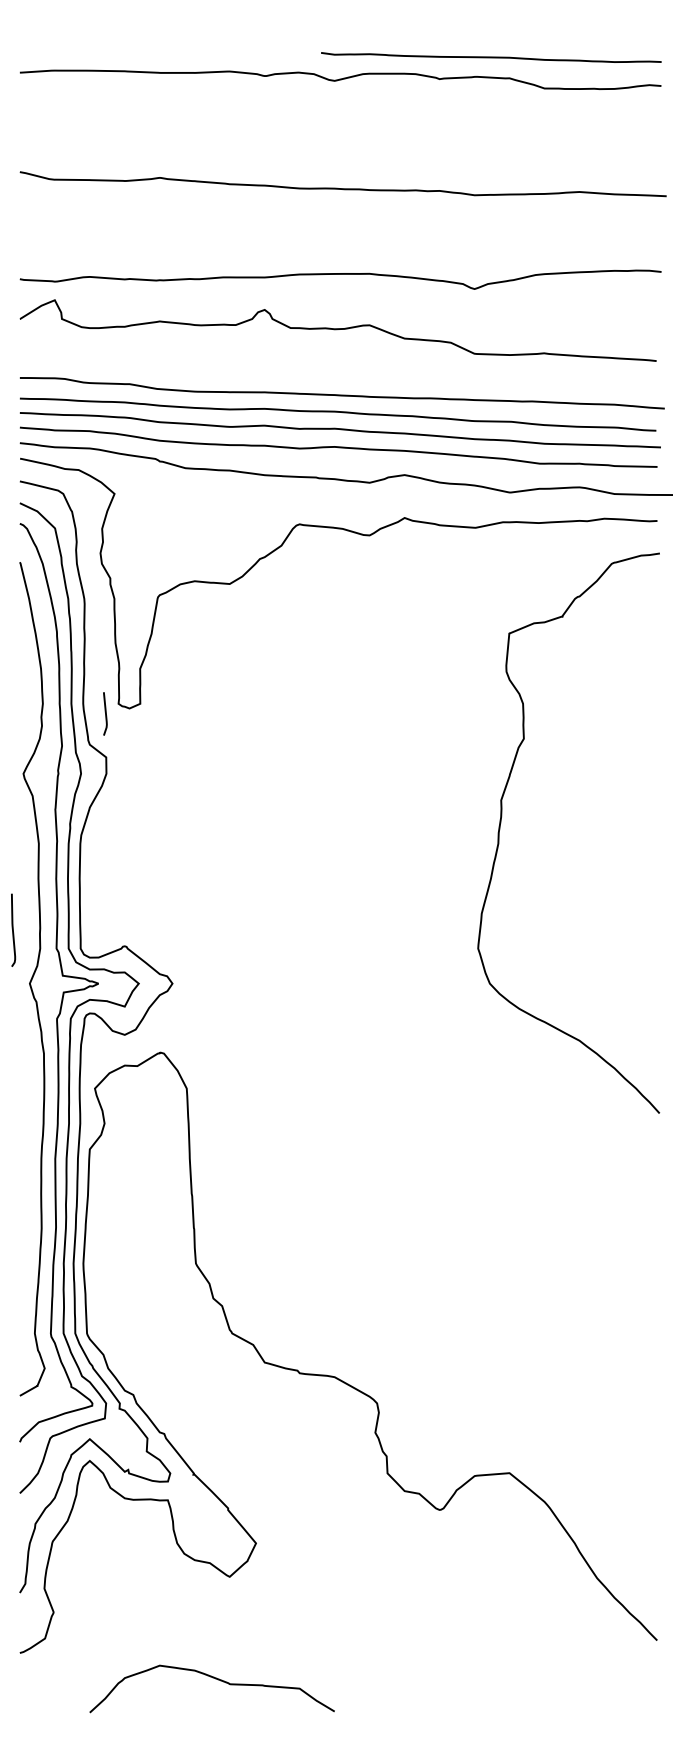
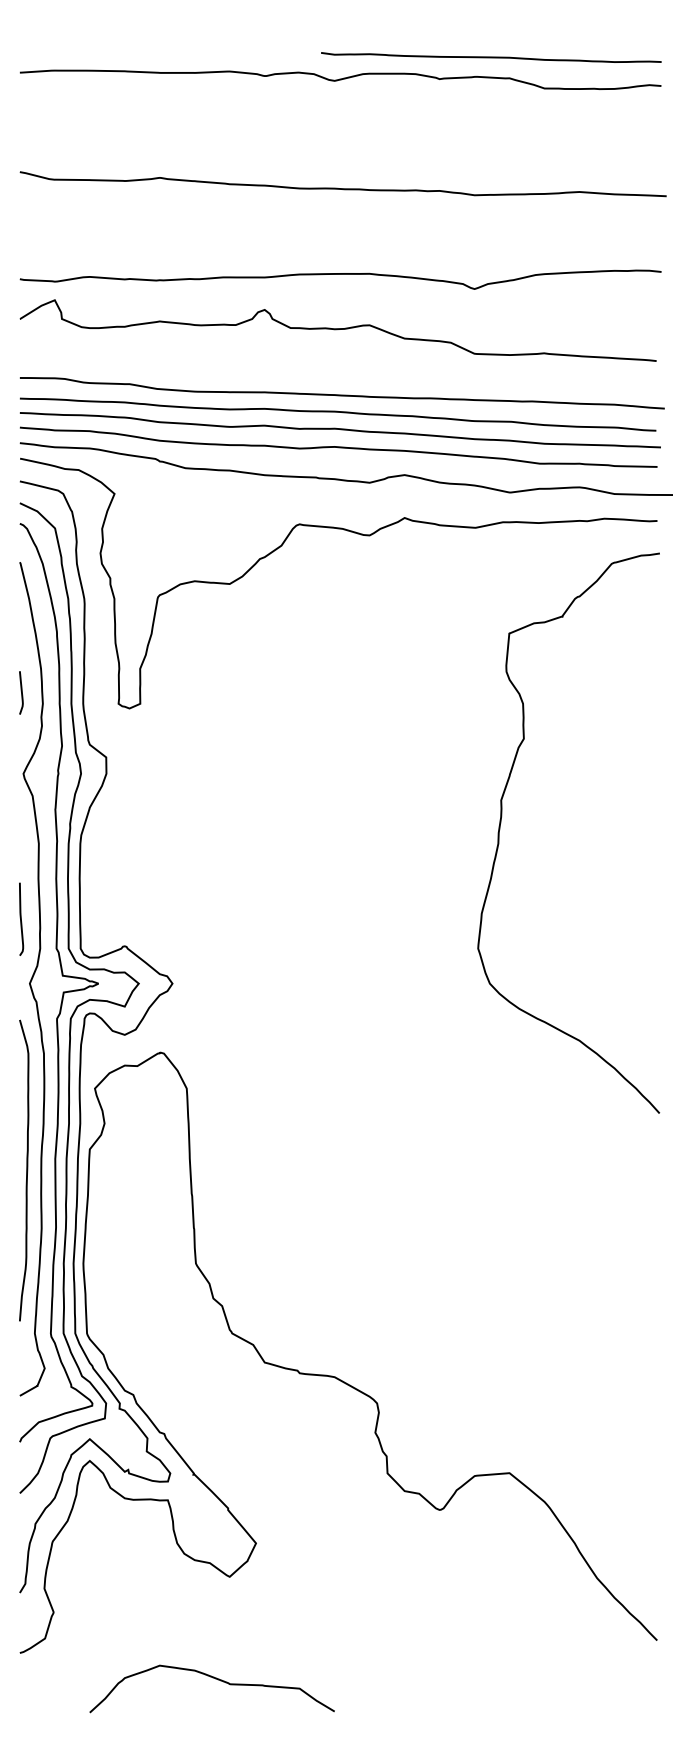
line at (105, 713) position: (105, 713) -> (21, 692)
curve at (13, 929) position: (13, 929) -> (21, 918)
curve at (26, 1170): none -> present
